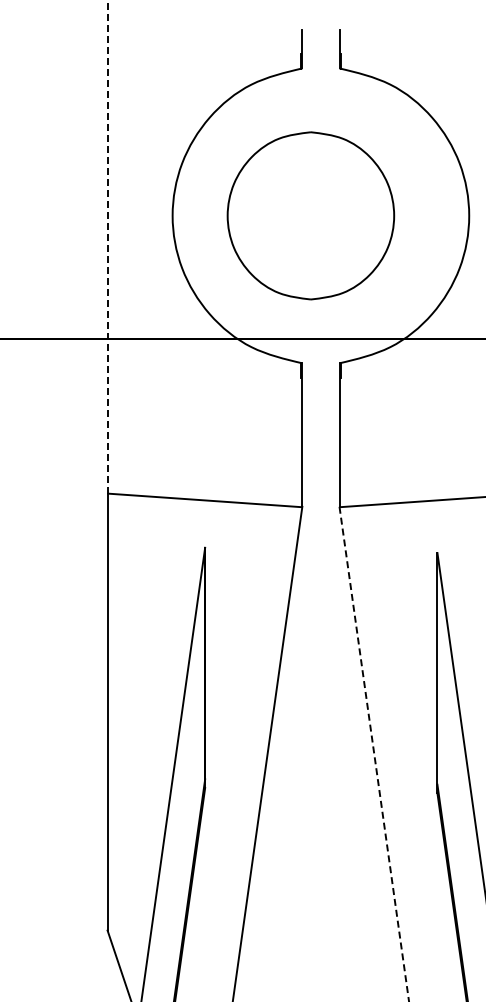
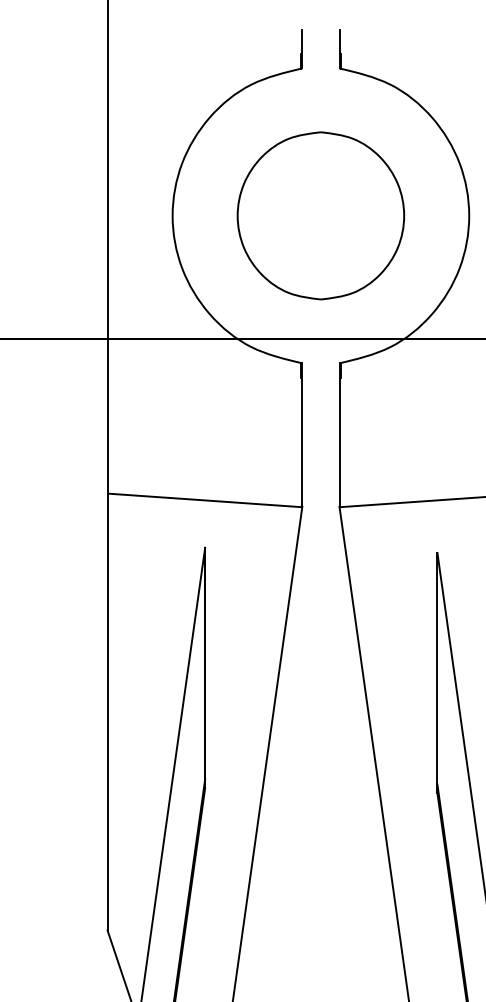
part at (310, 215) position: (310, 215) -> (320, 215)
line at (107, 246): dashed -> solid
line at (374, 754): dashed -> solid
